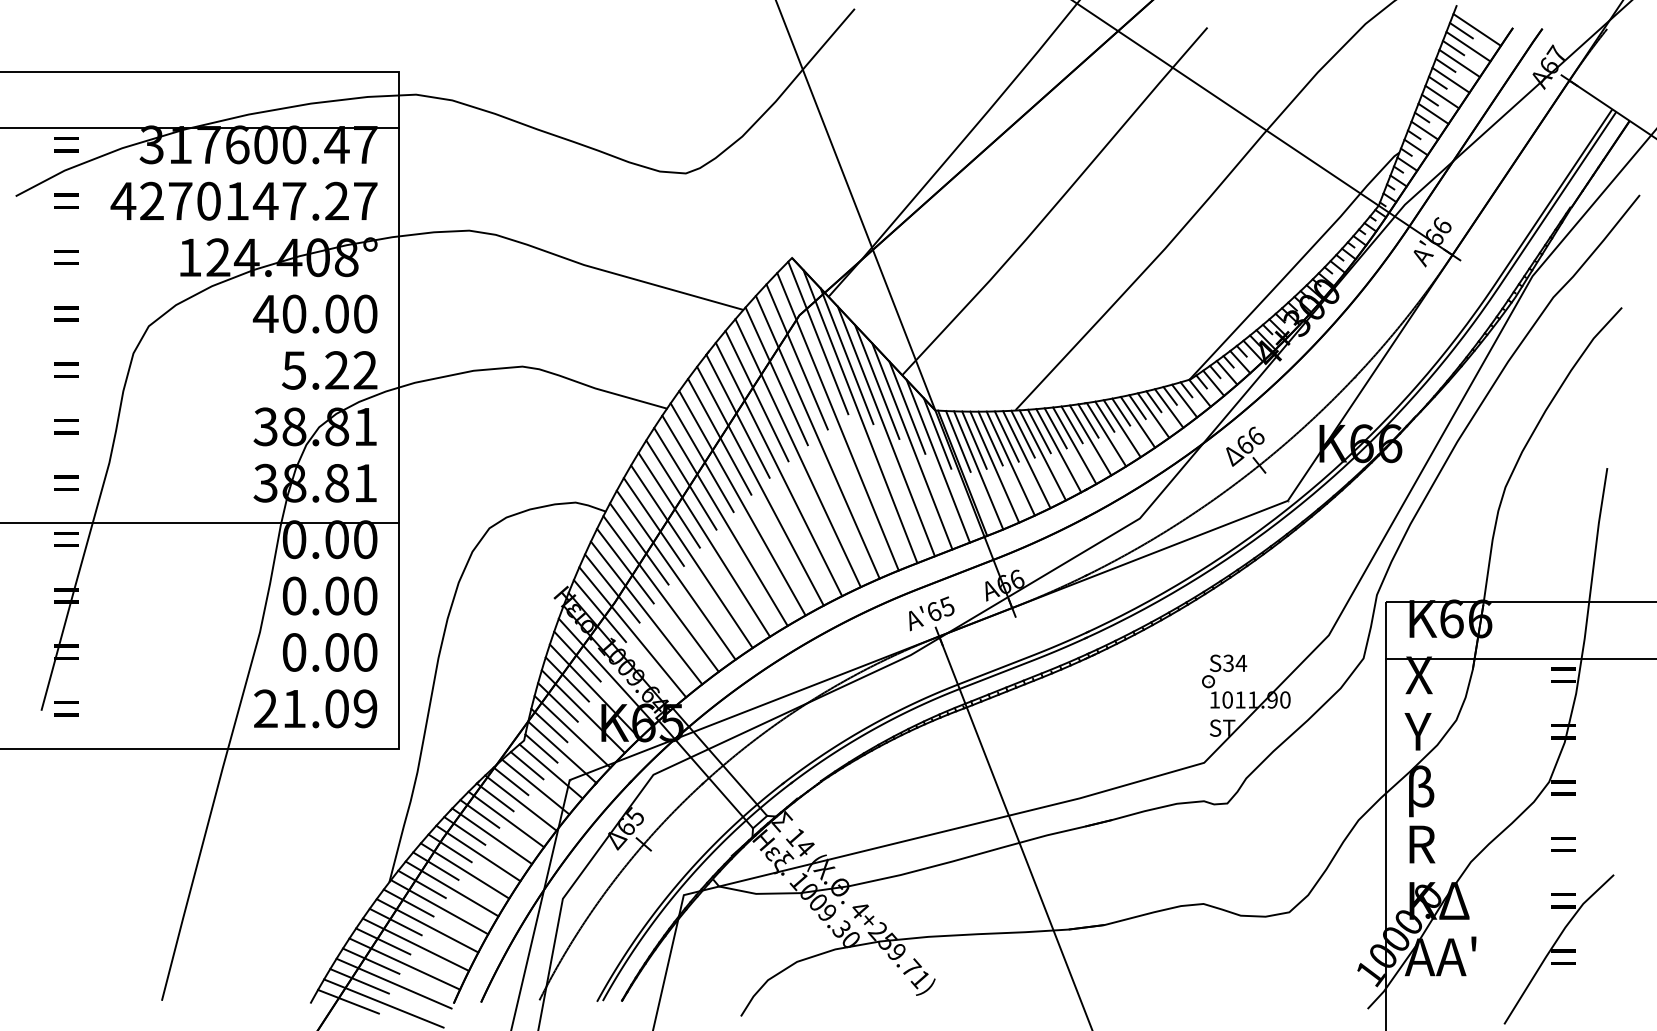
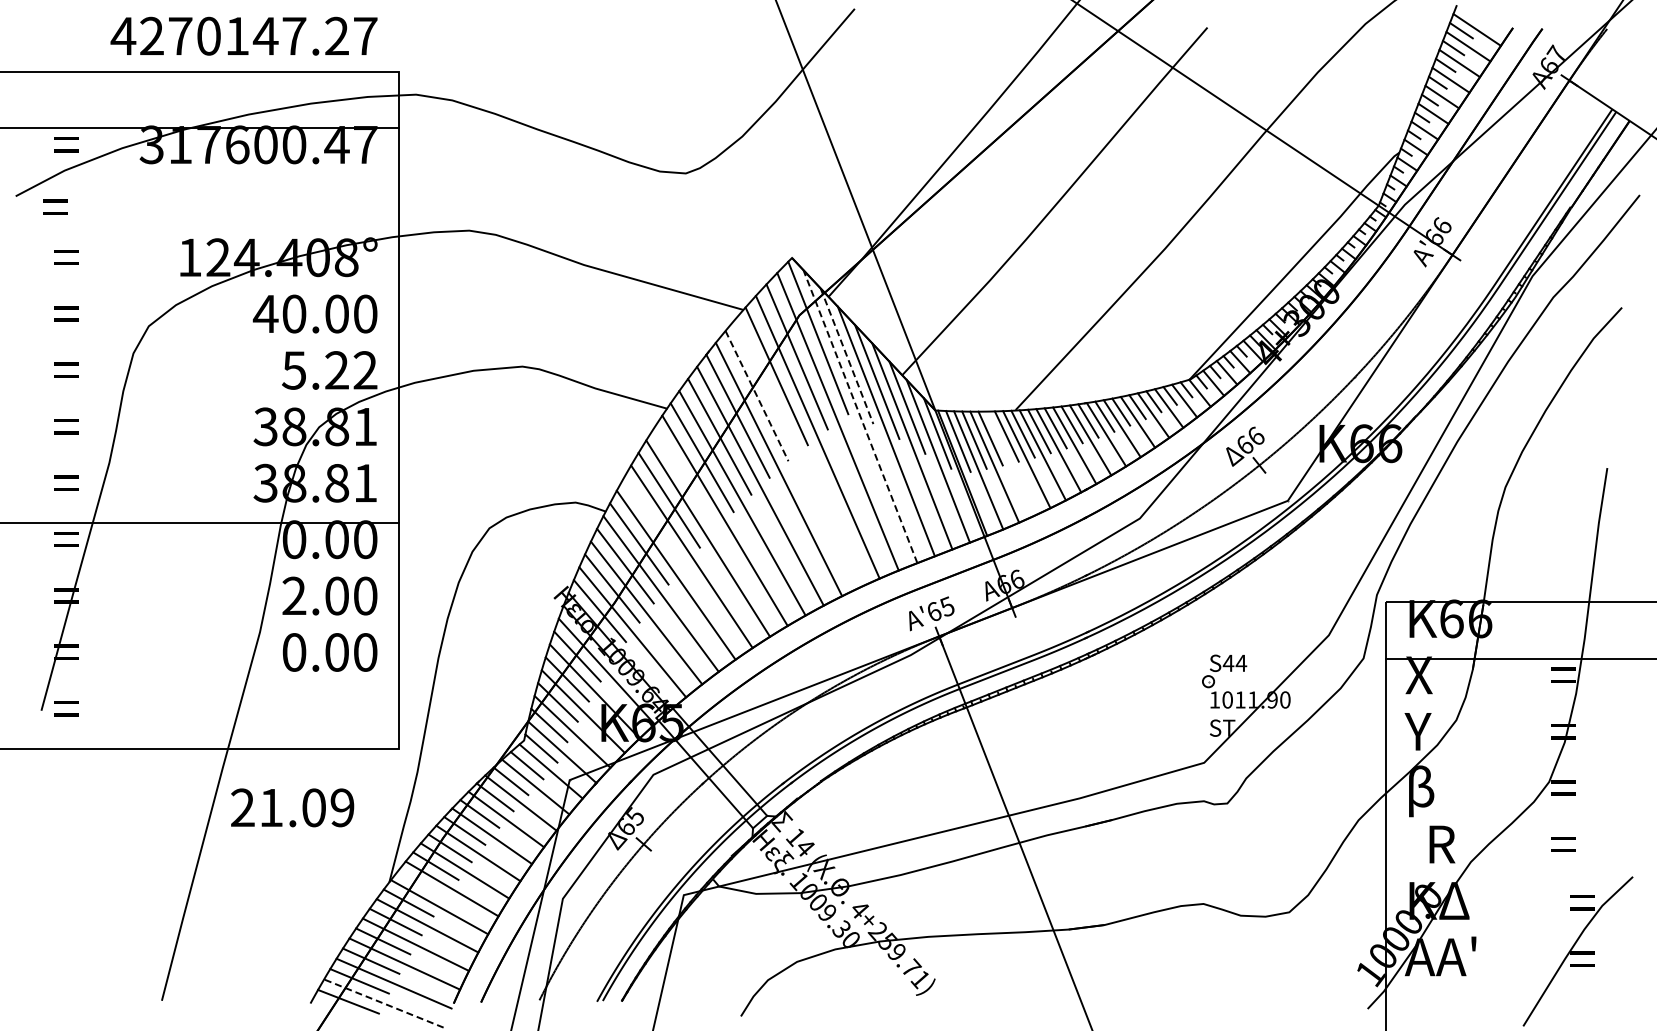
text at (66, 200) position: (66, 200) -> (55, 206)
text at (243, 200) position: (243, 200) -> (243, 35)
line at (847, 356): solid -> dashed
line at (757, 396): solid -> dashed
line at (860, 416): solid -> dashed
line at (797, 453): present -> none
line at (1010, 463): present -> none
line at (685, 478): present -> none
line at (653, 521): present -> none
text at (294, 595): 0.00 -> 2.00
text at (1228, 663): S34 -> S44
text at (315, 708) position: (315, 708) -> (292, 807)
text at (1422, 844) position: (1422, 844) -> (1442, 844)
line at (421, 884): present -> none
part at (1558, 949) position: (1558, 949) -> (1577, 951)
line at (383, 1003): solid -> dashed
